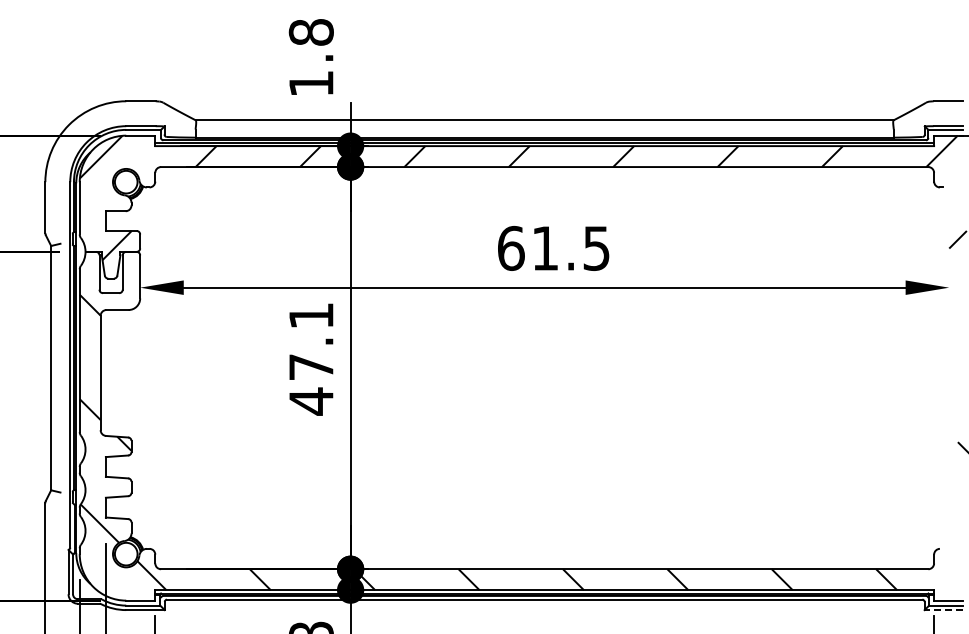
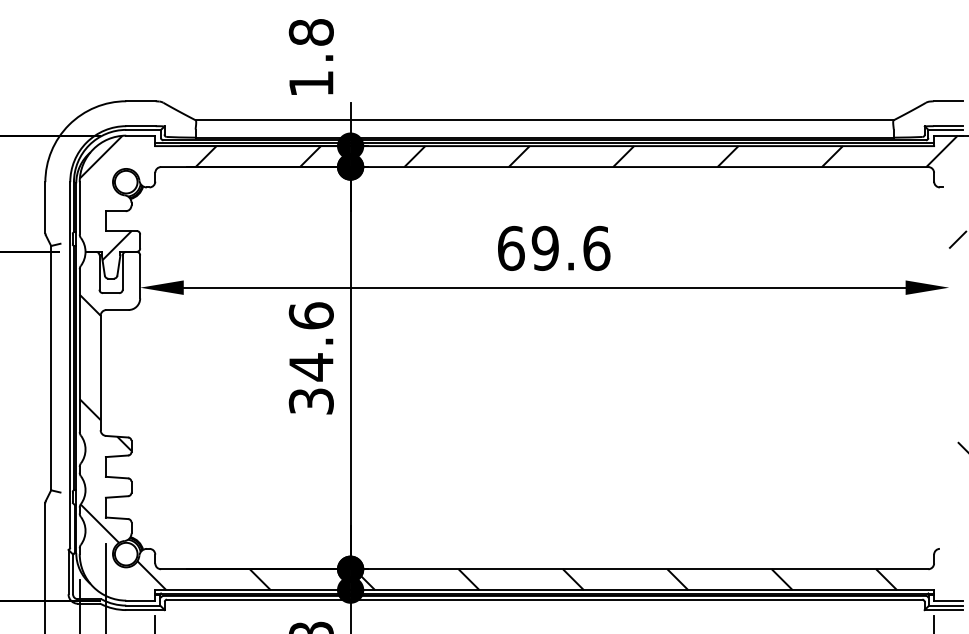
text at (570, 247): 61.5 -> 69.6
text at (310, 358): 47.1 -> 34.6
line at (943, 610): dashed -> solid
